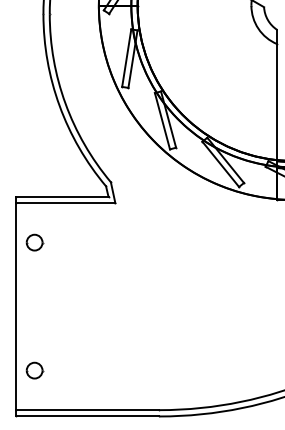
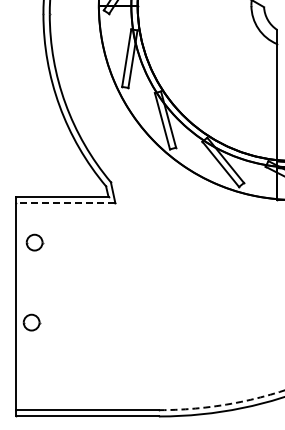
line at (65, 203): solid -> dashed
part at (34, 370) position: (34, 370) -> (31, 322)
arc at (222, 405): solid -> dashed
